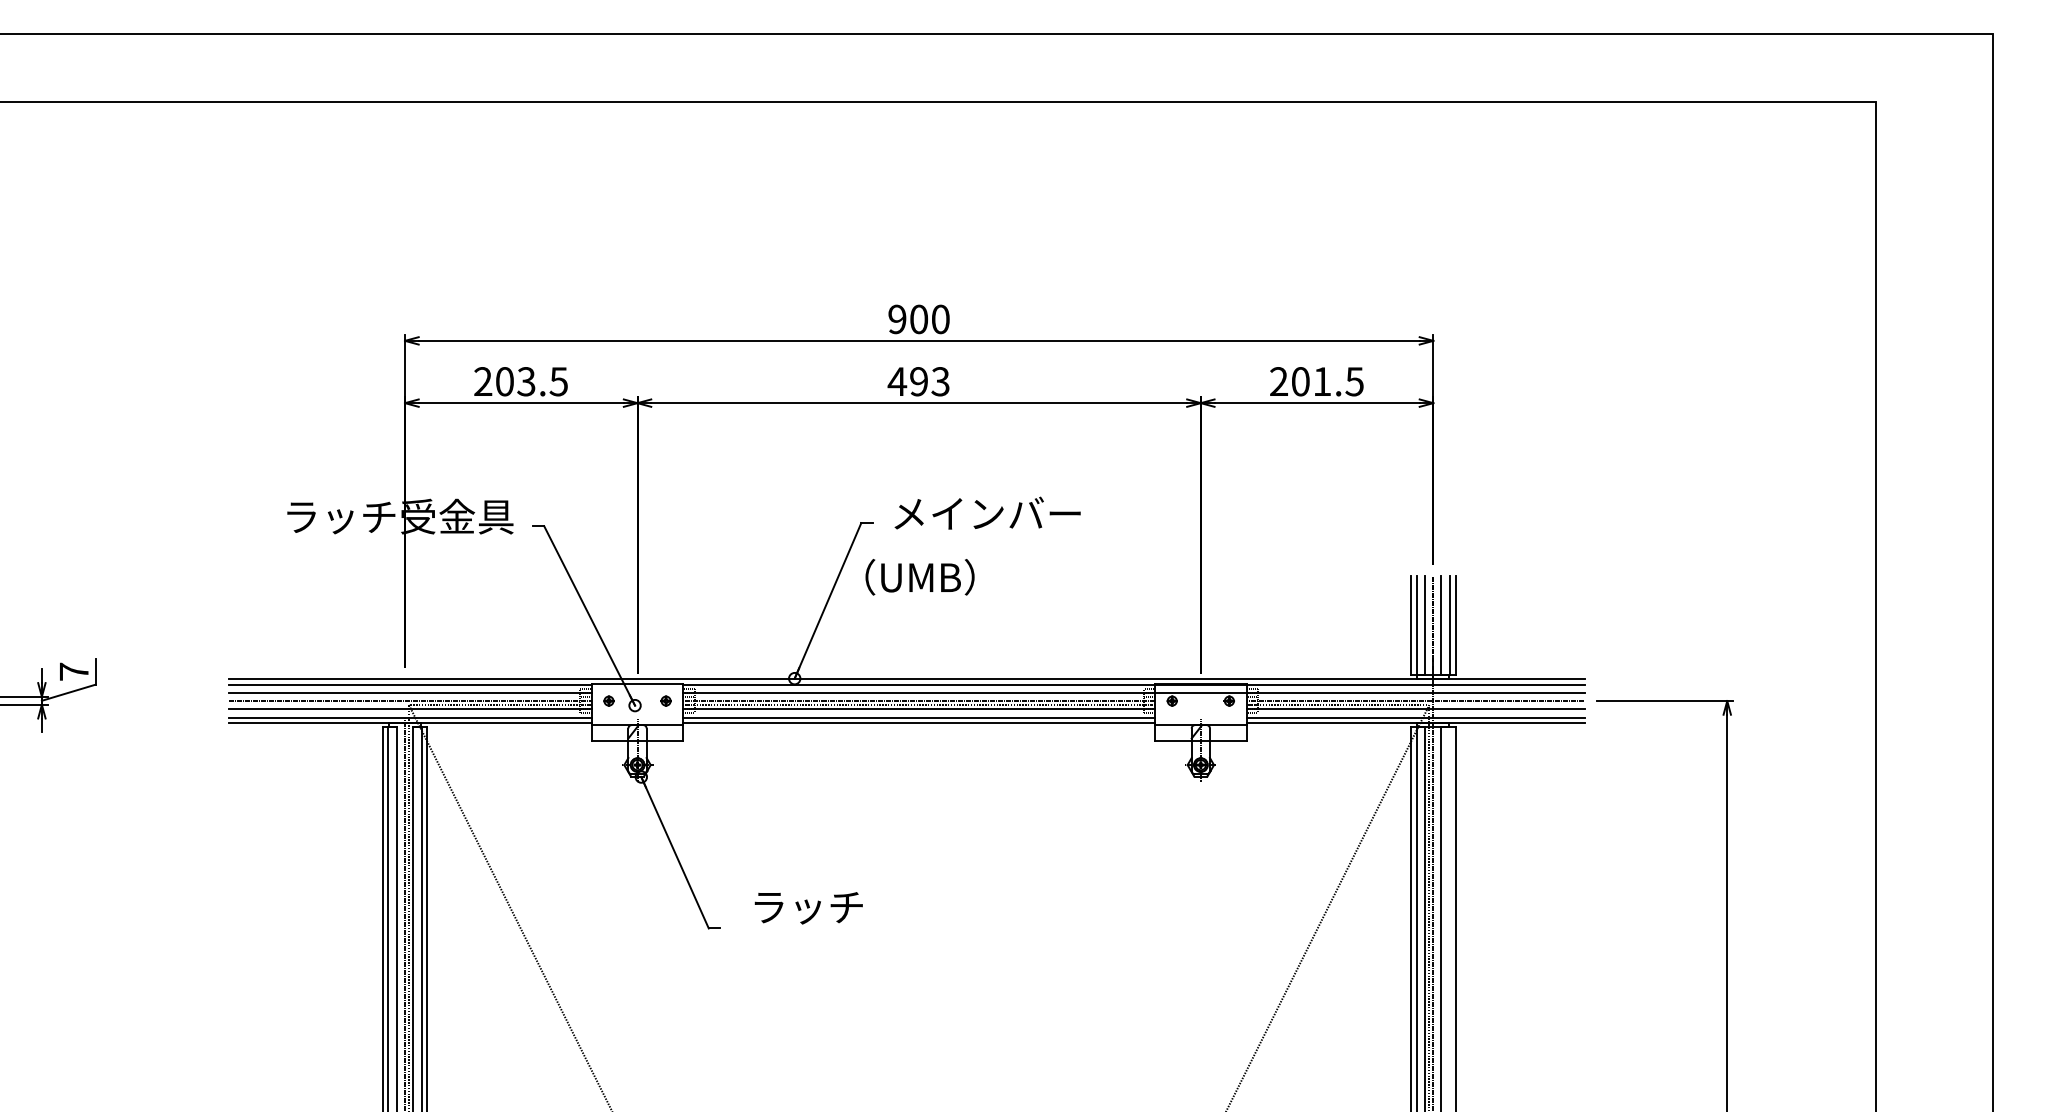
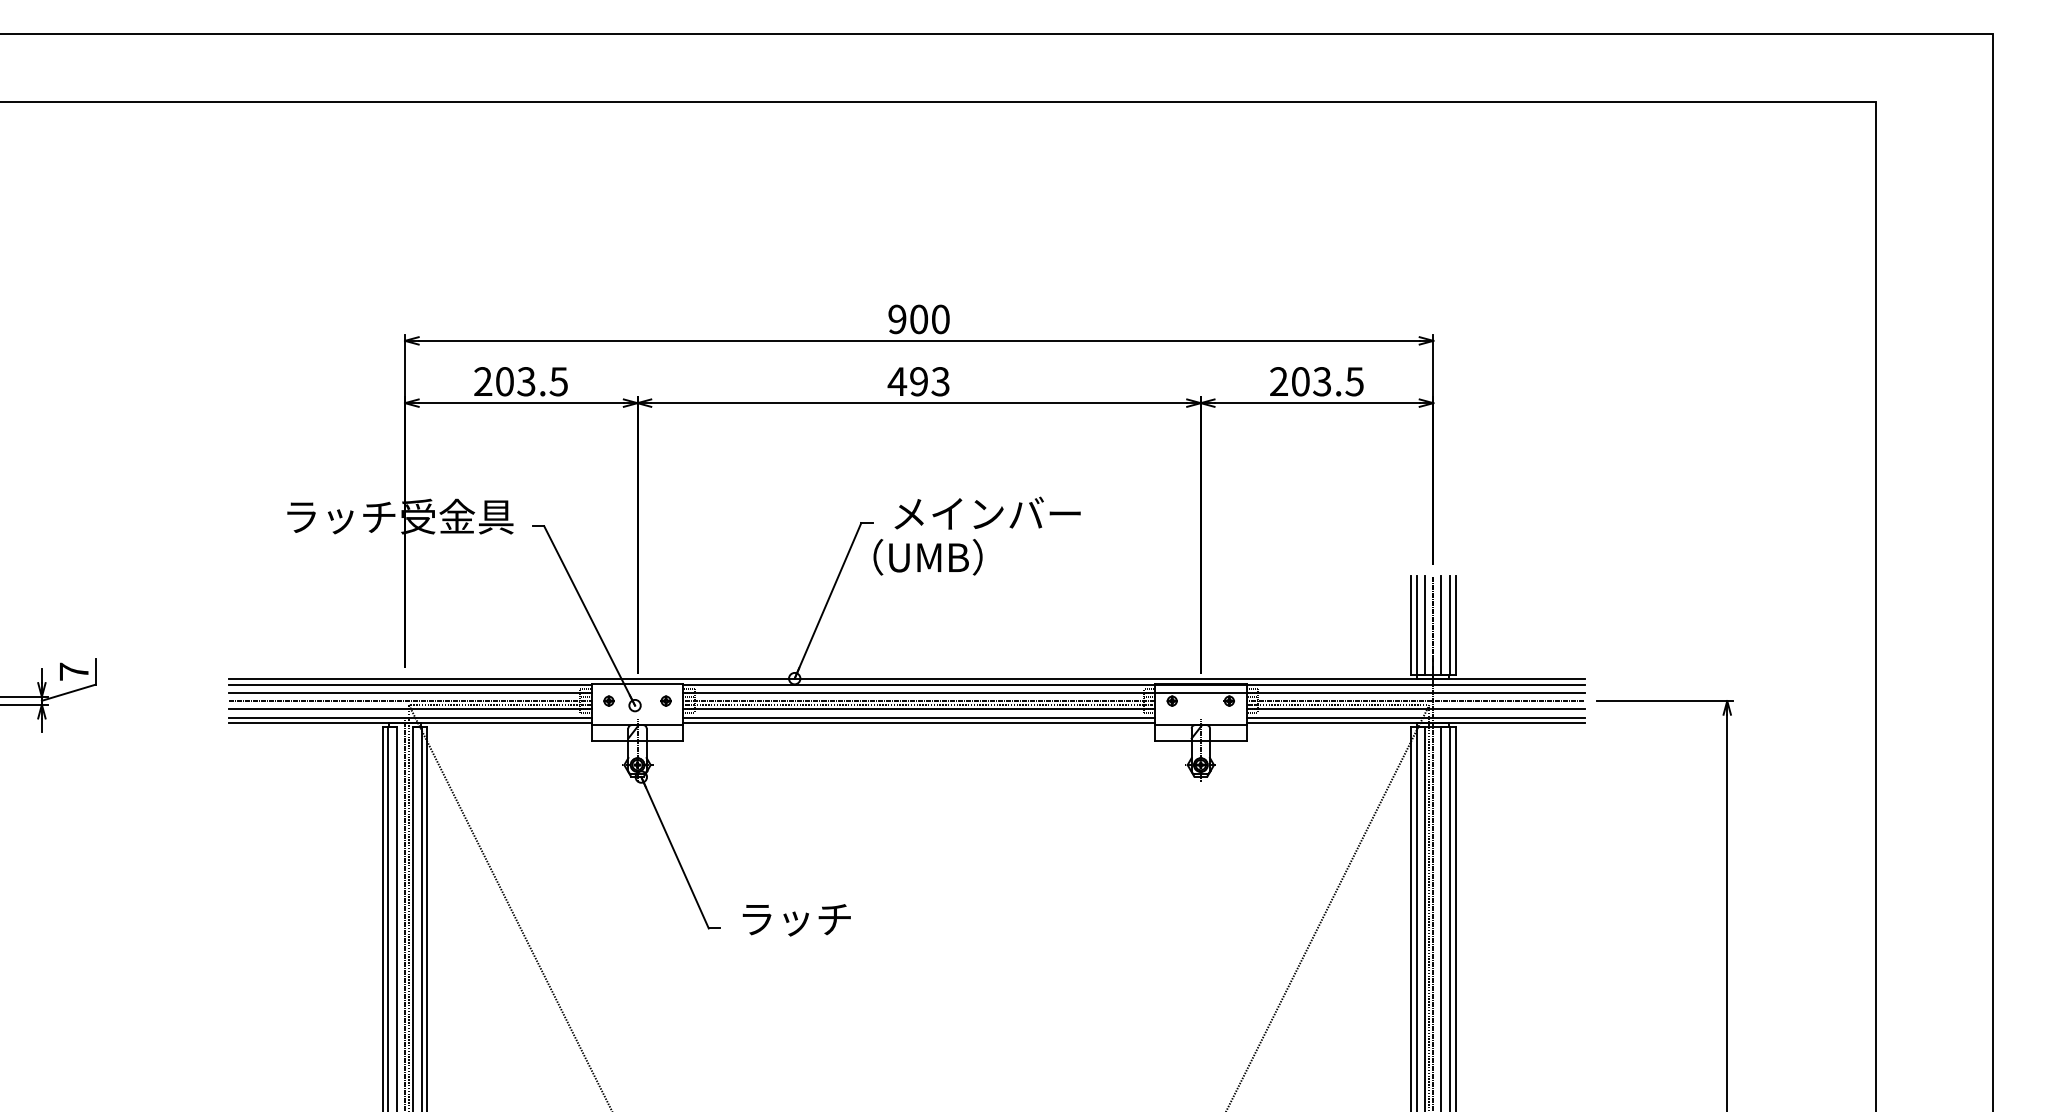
text at (1321, 381): 201.5 -> 203.5
text at (919, 577) position: (919, 577) -> (927, 557)
text at (808, 908) position: (808, 908) -> (796, 920)
line at (1449, 917): none -> present
